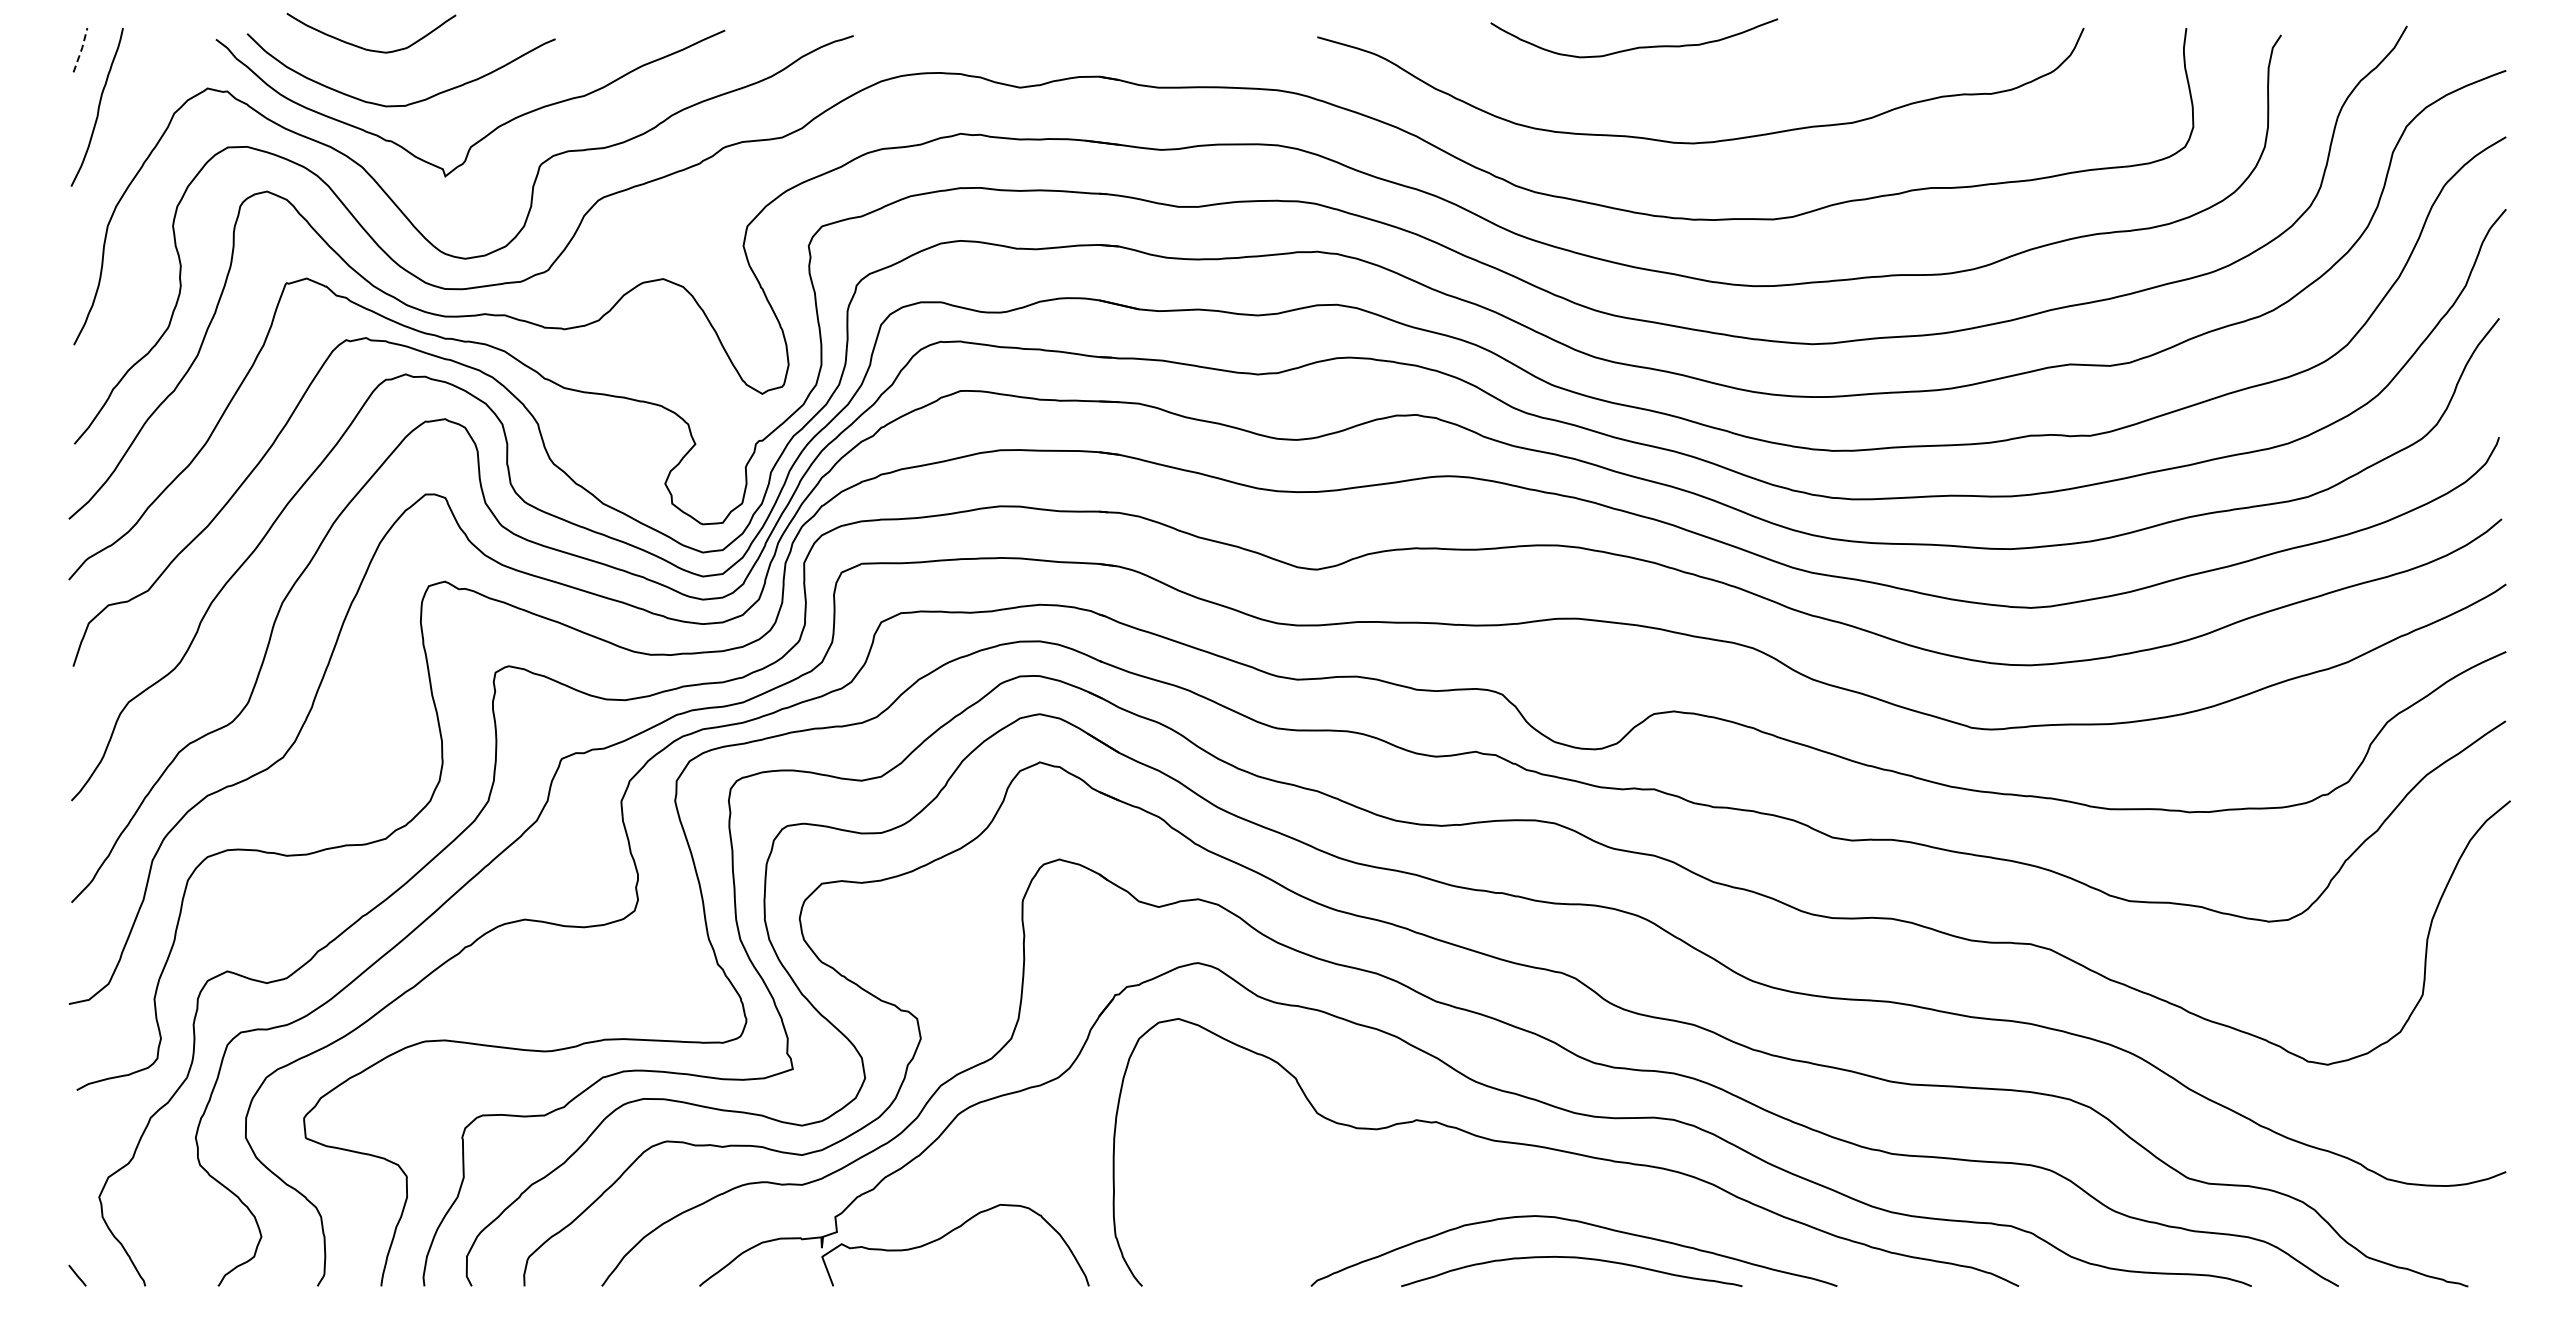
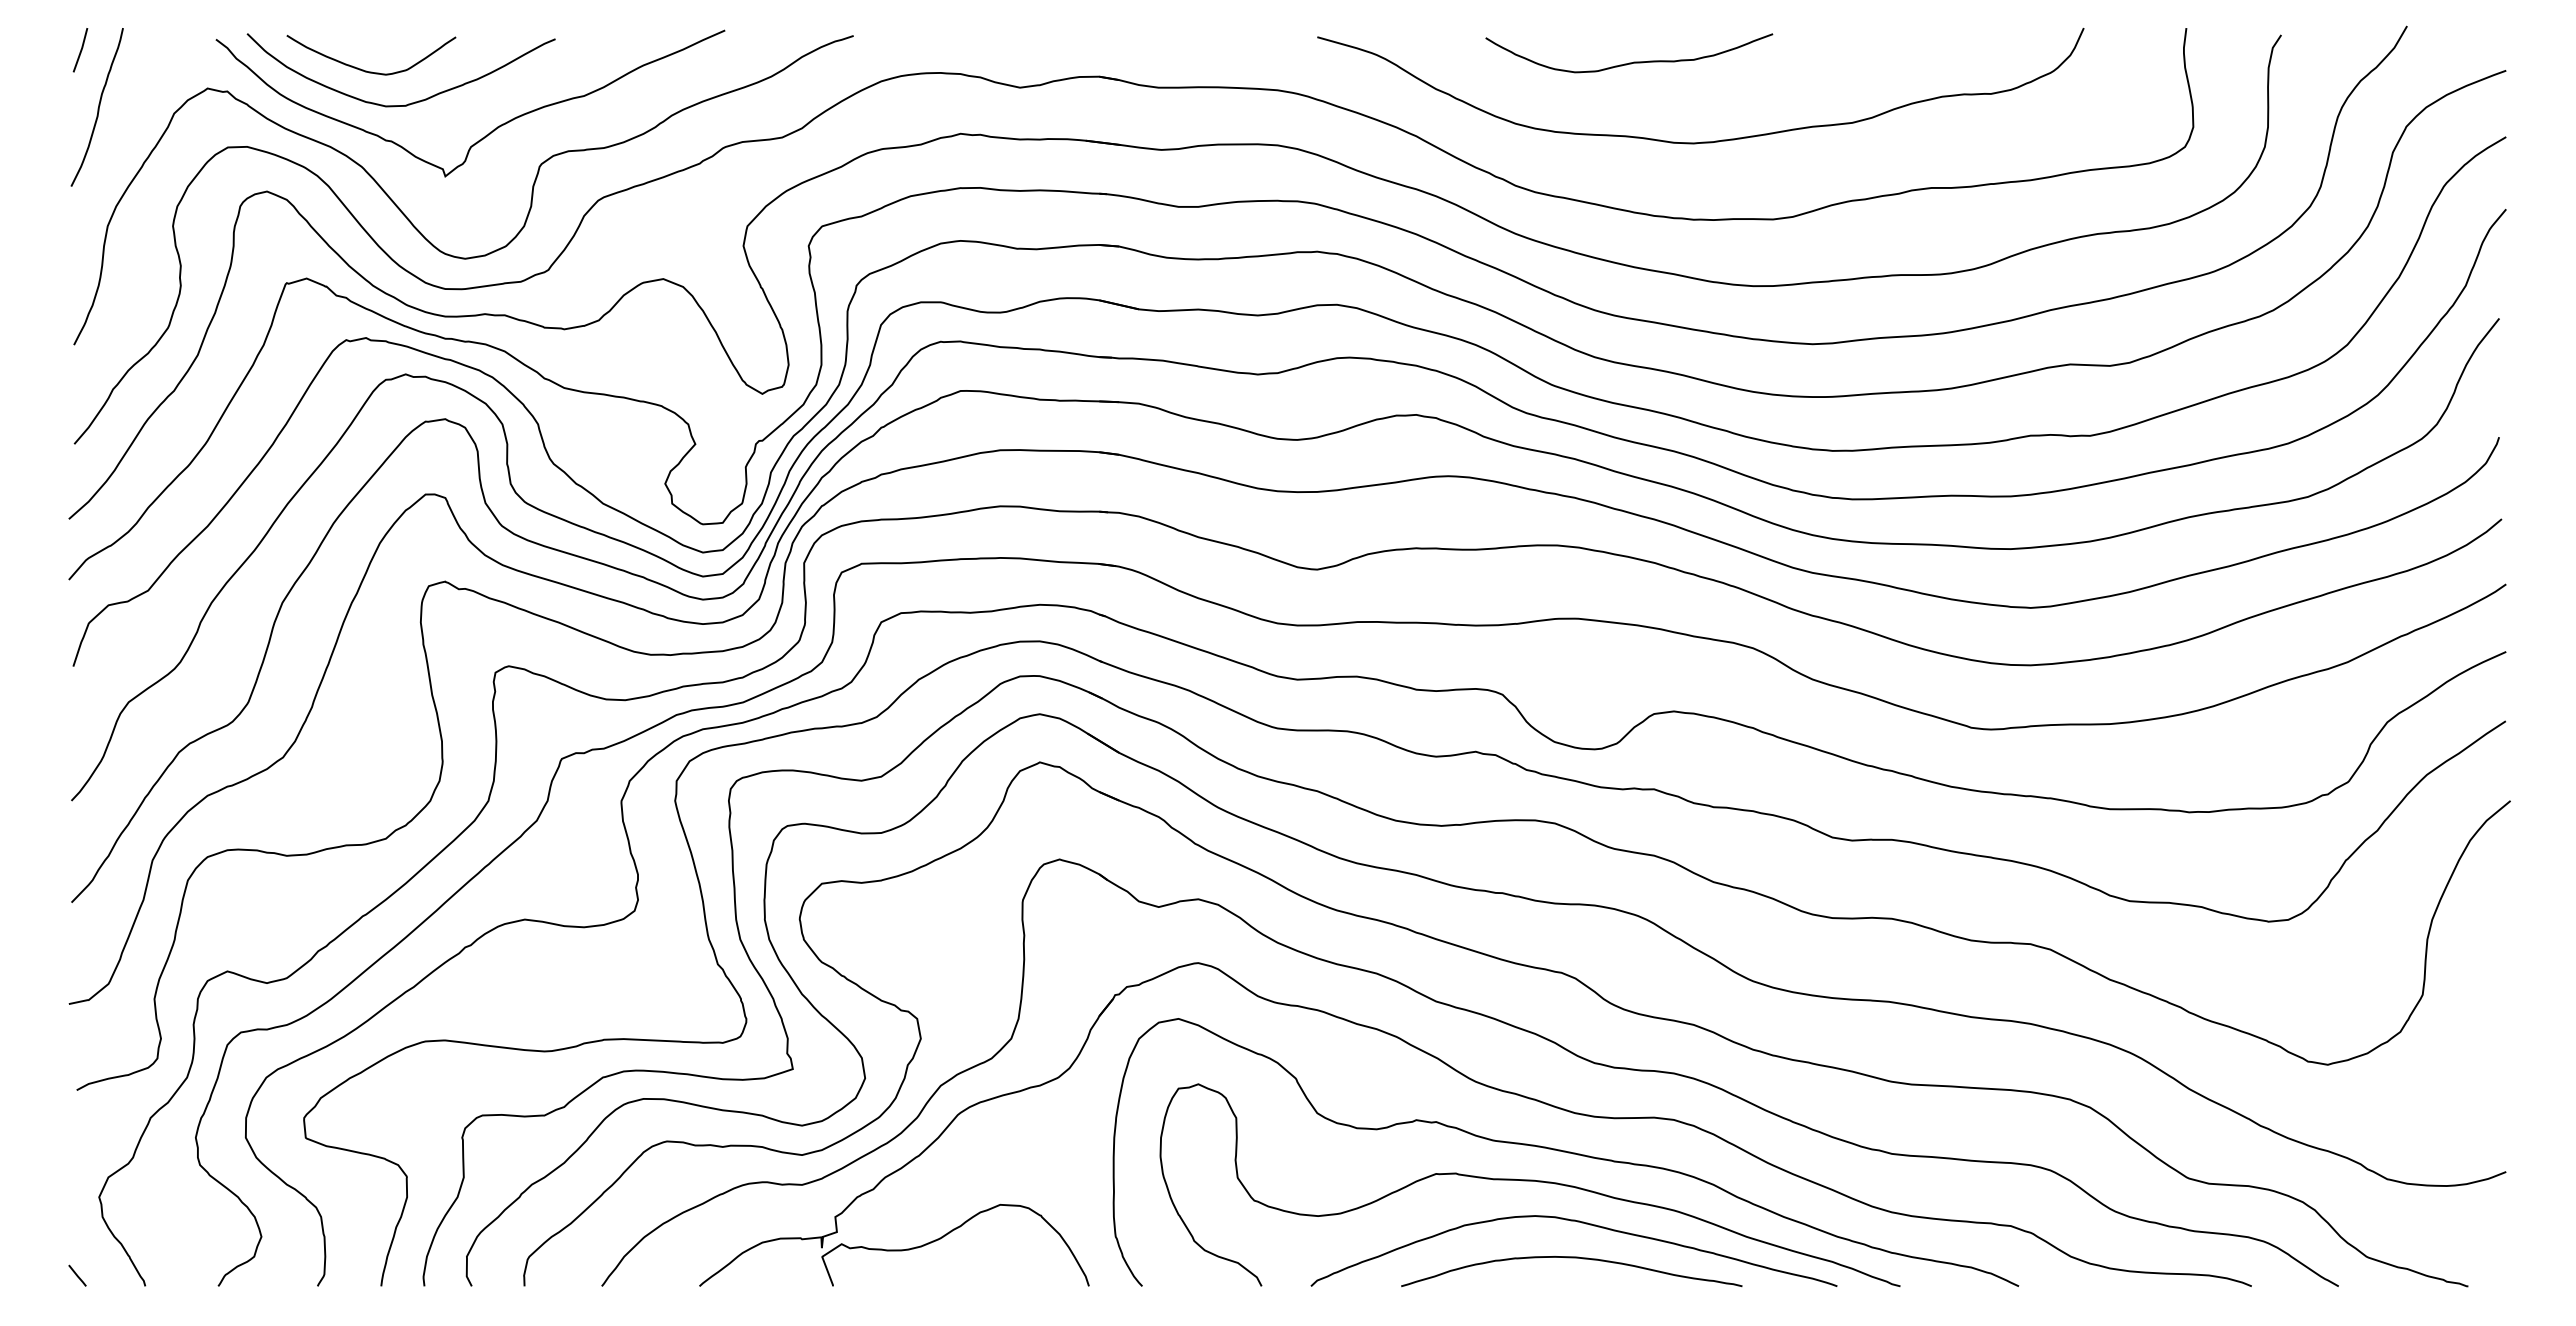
curve at (1638, 46) position: (1638, 46) -> (1633, 61)
curve at (366, 48) position: (366, 48) -> (366, 70)
line at (81, 49): dashed -> solid
curve at (1529, 1181): none -> present
